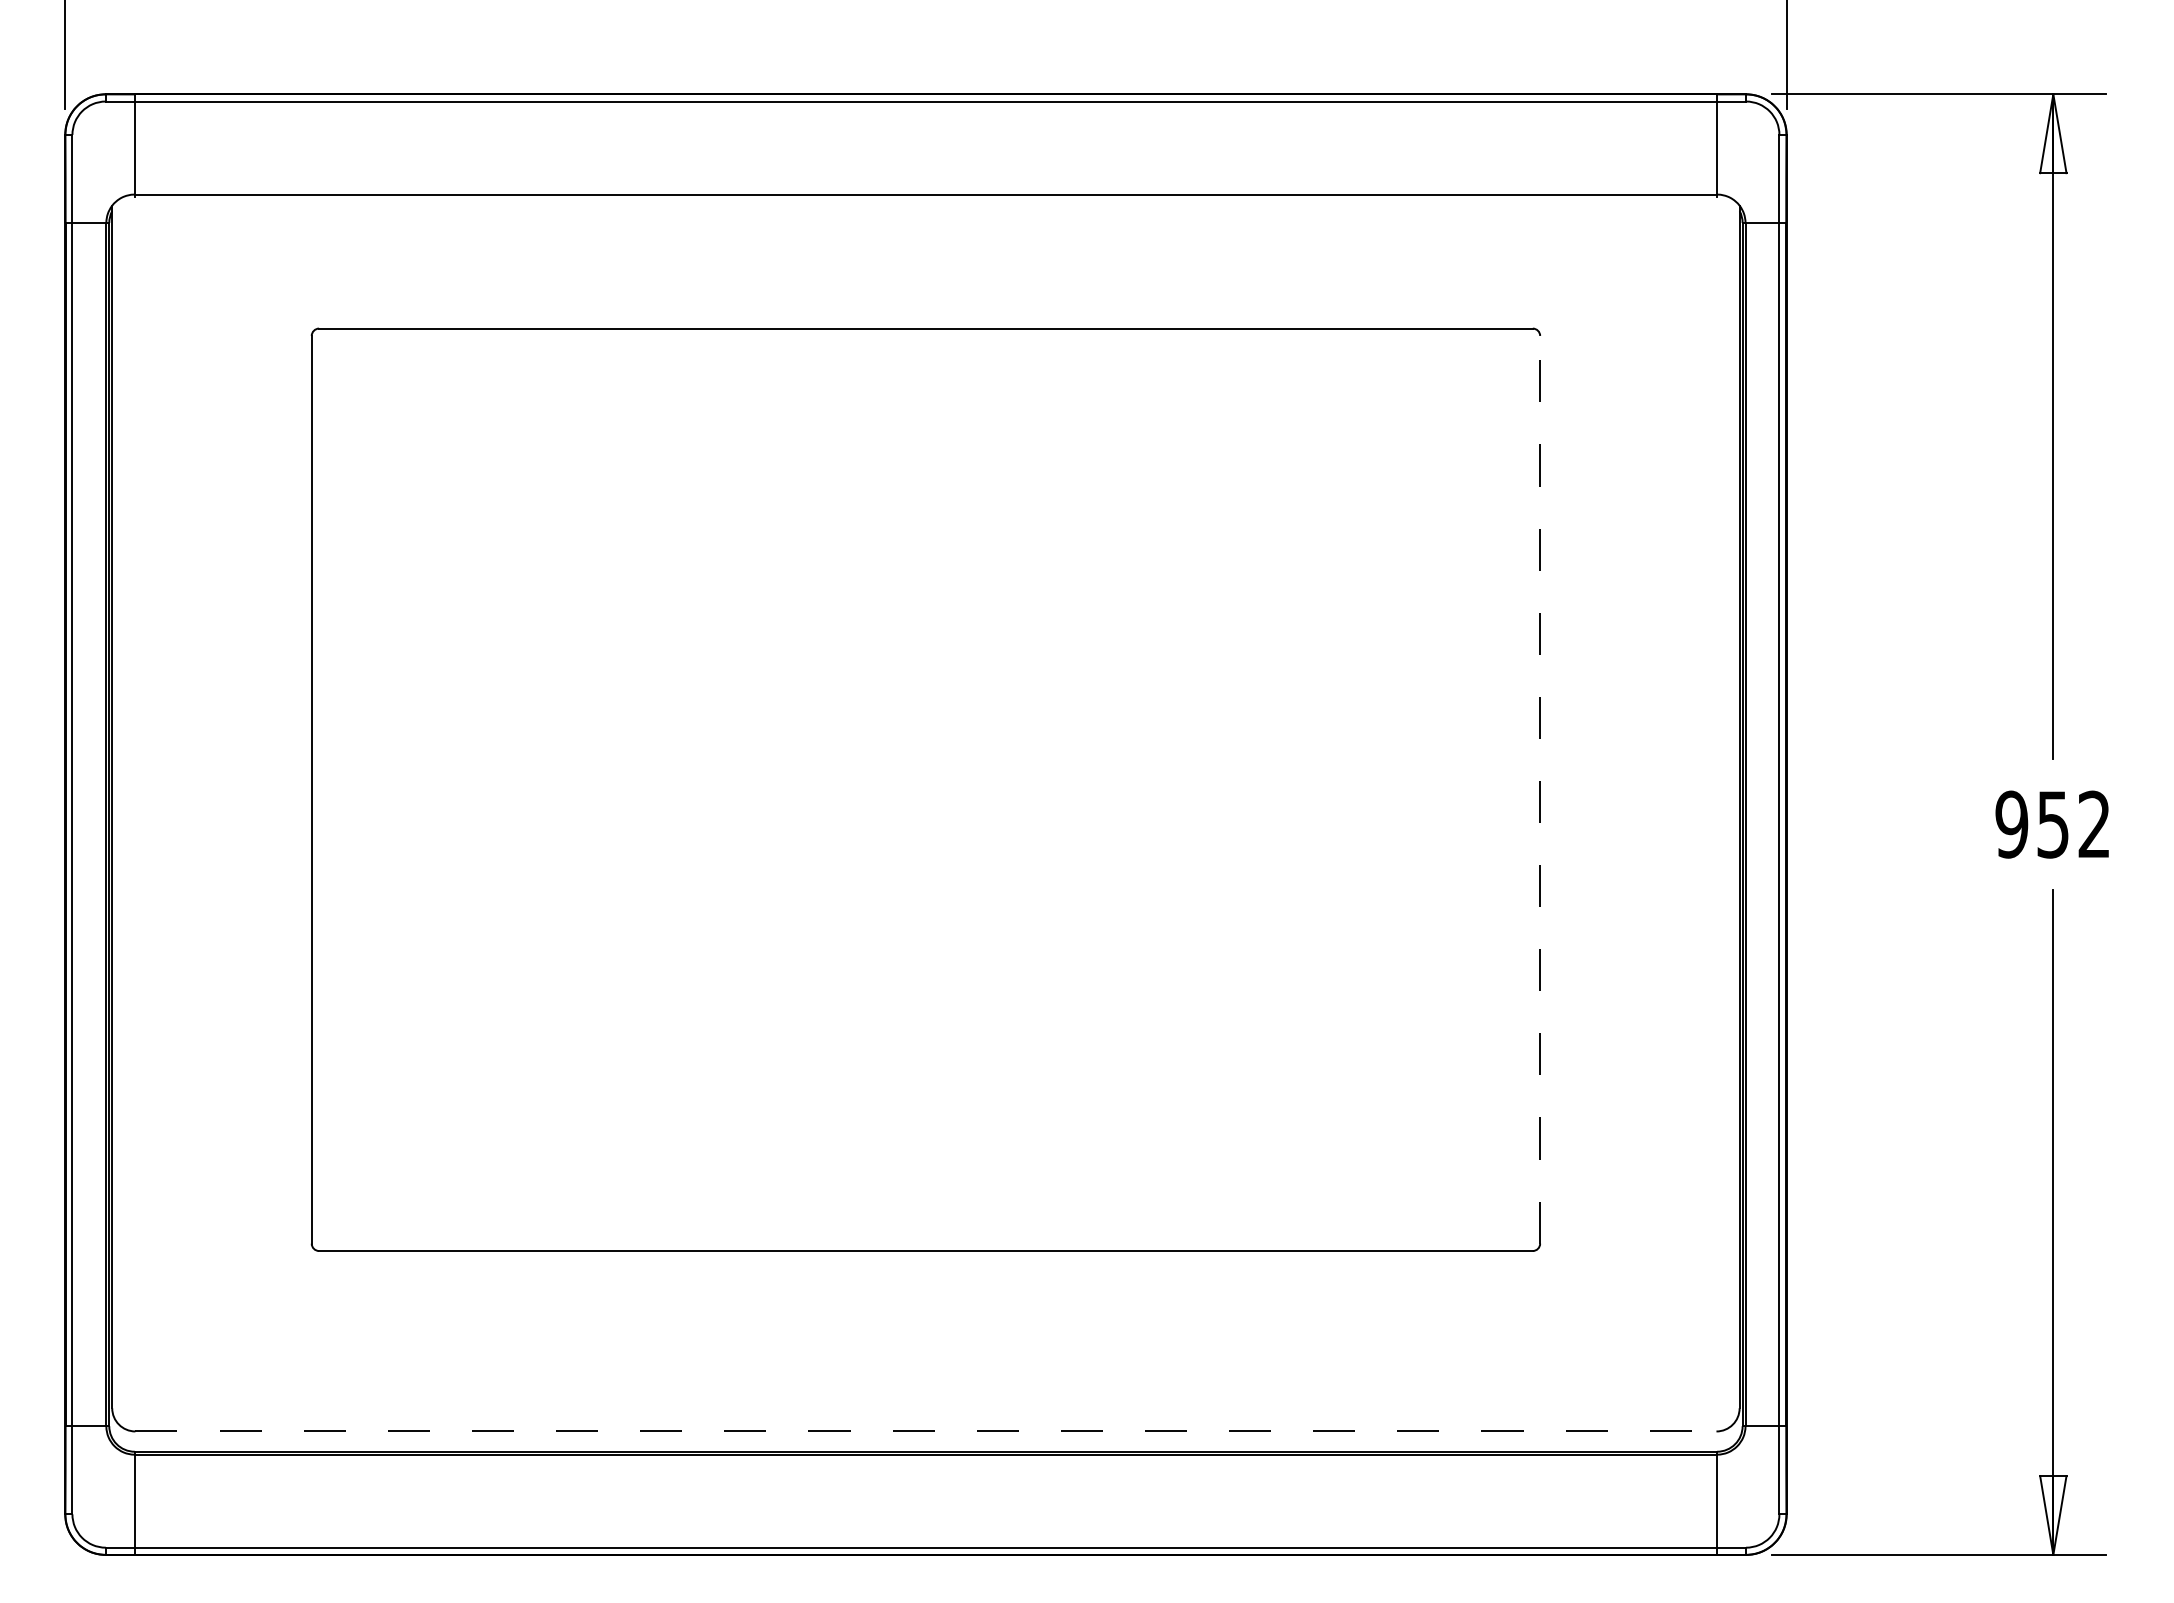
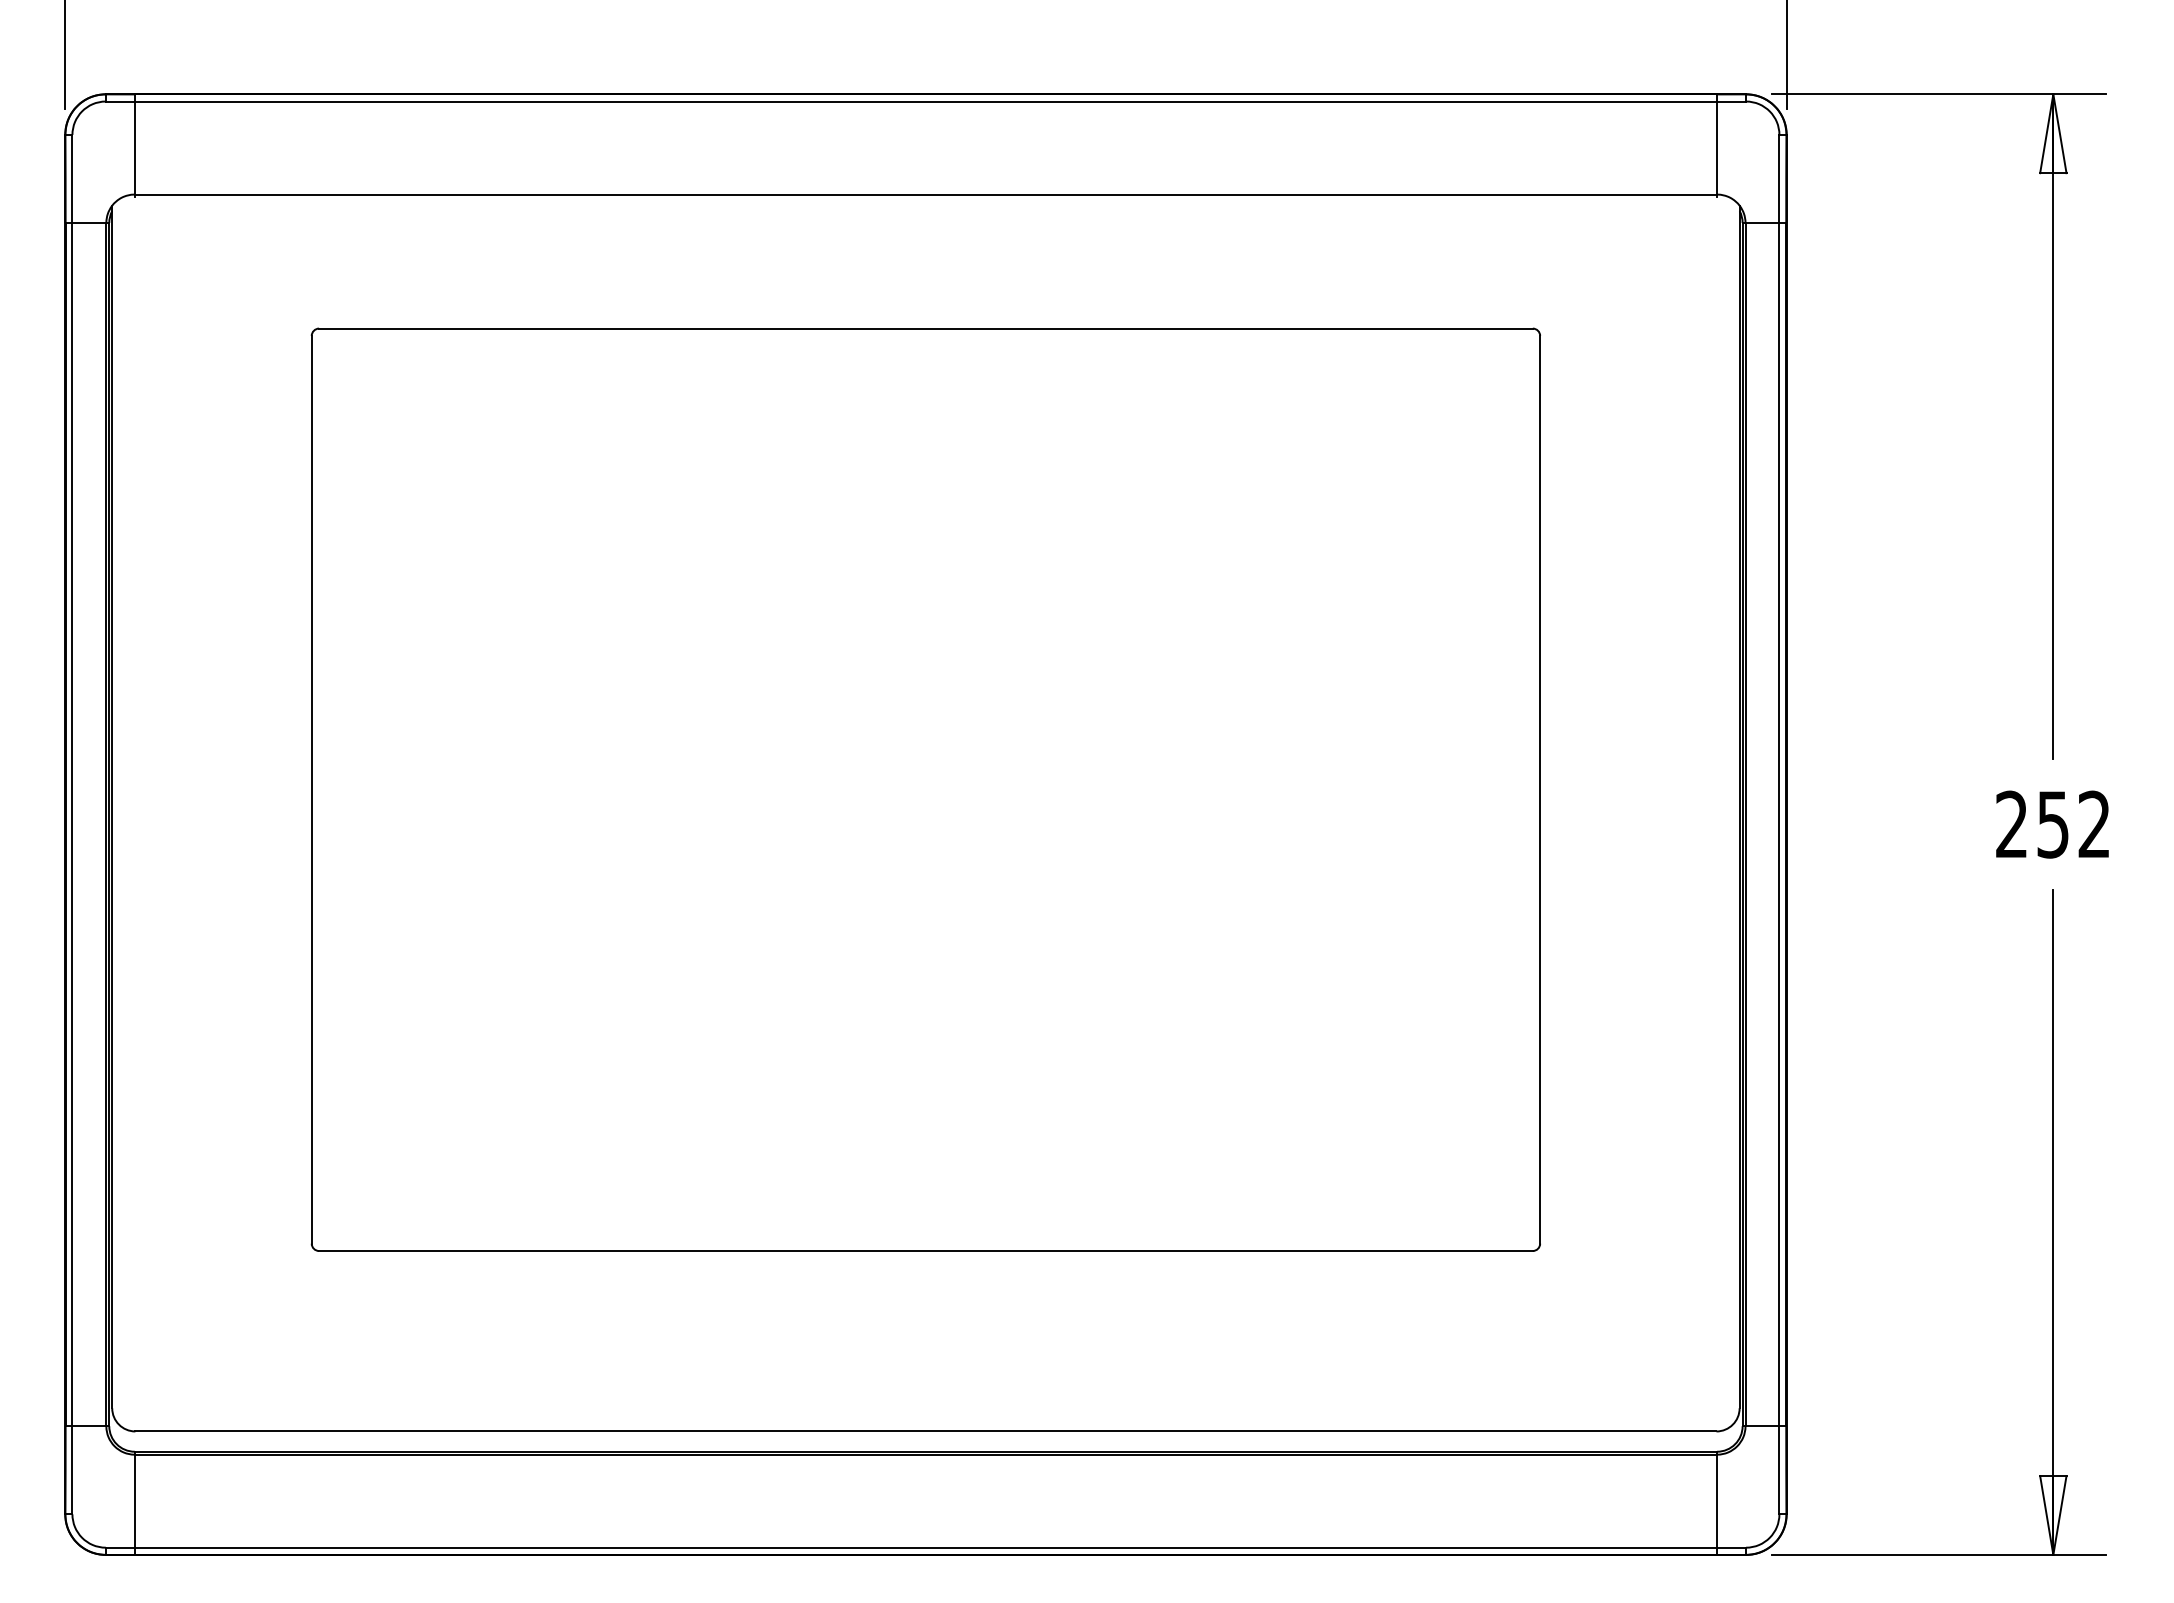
line at (1540, 789): dashed -> solid
text at (2011, 824): 952 -> 252
line at (925, 1431): dashed -> solid
